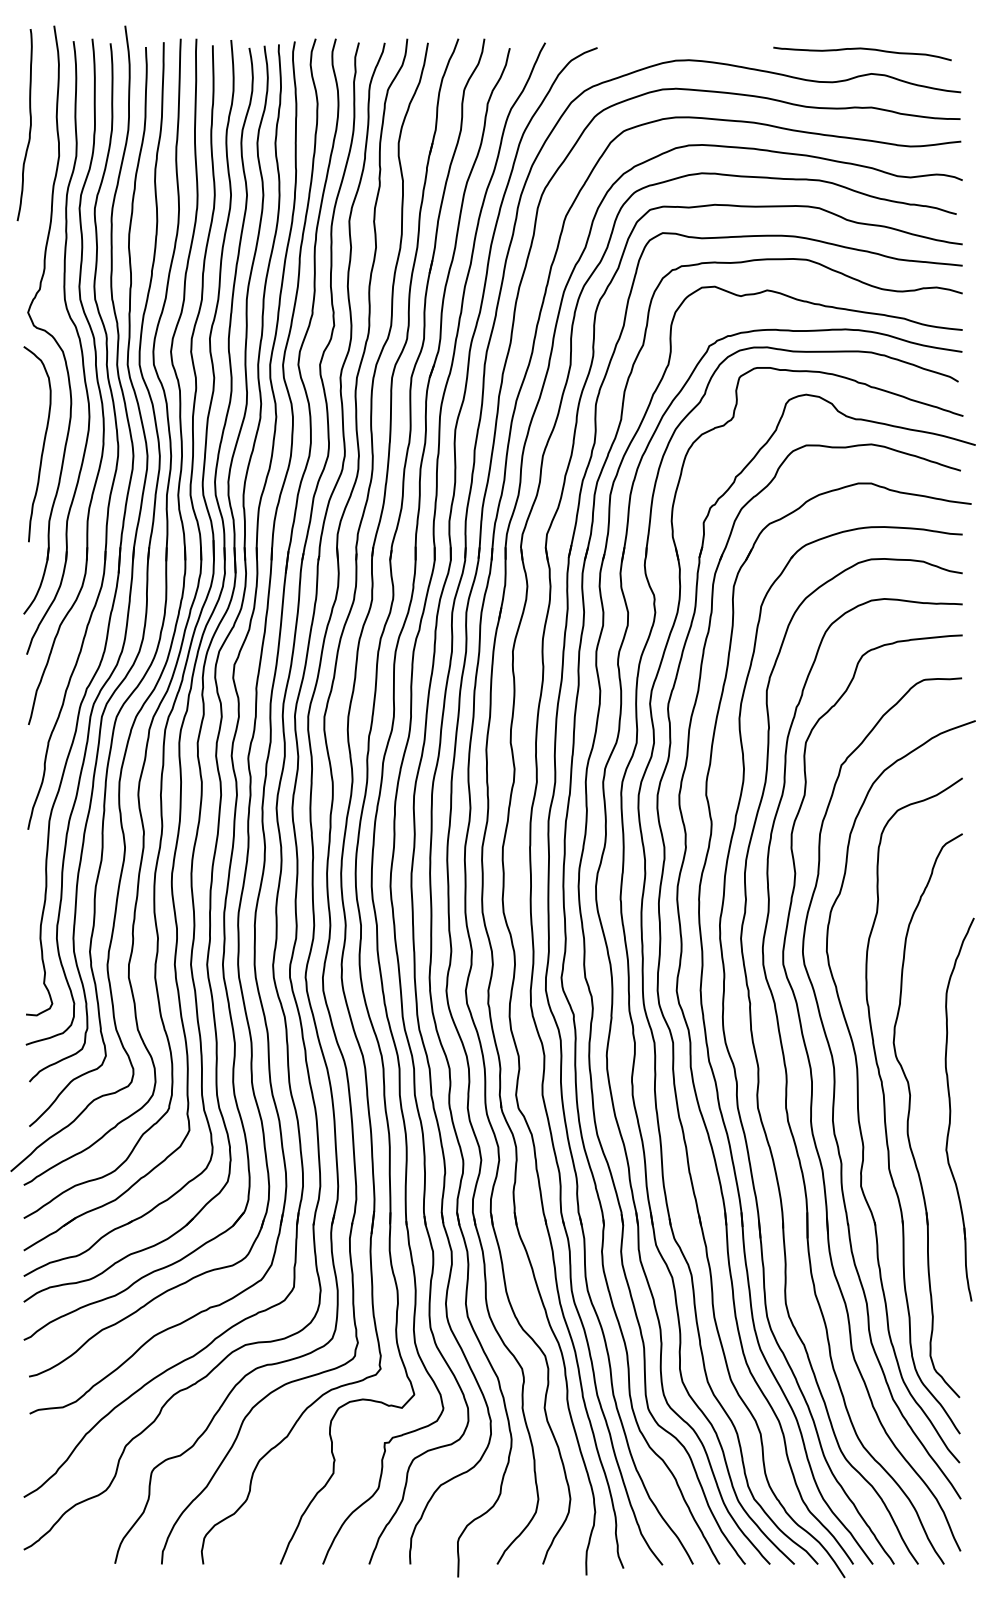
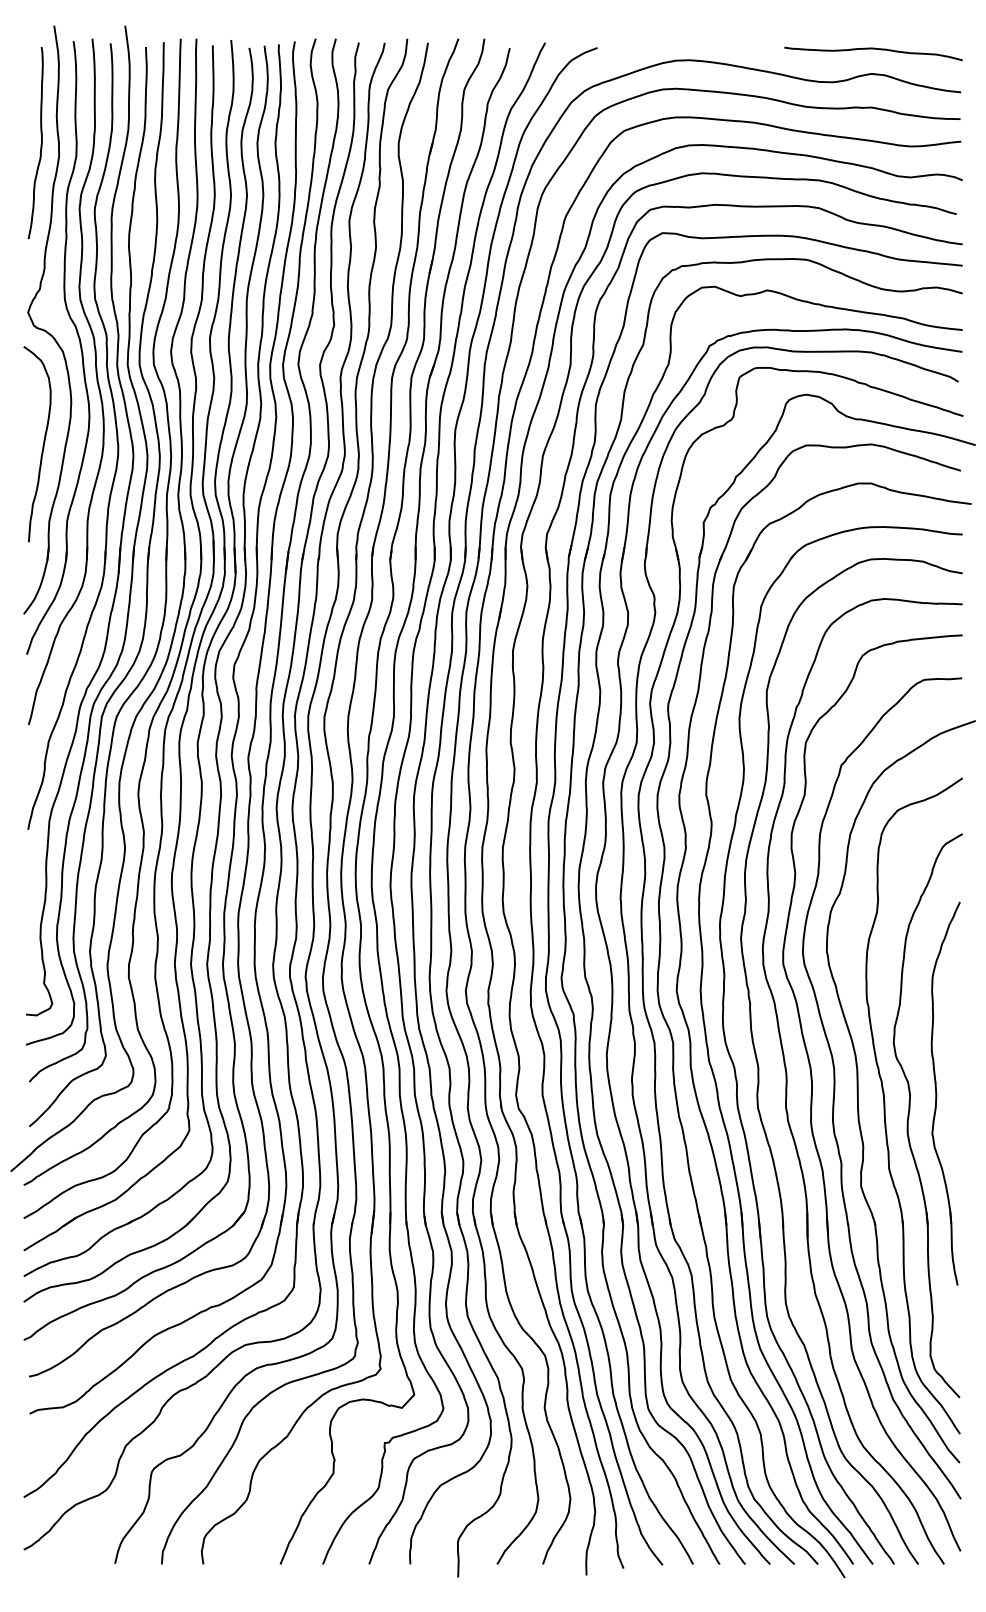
curve at (862, 49) position: (862, 49) -> (873, 49)
curve at (29, 126) position: (29, 126) -> (40, 144)
part at (951, 1109) position: (951, 1109) -> (937, 1093)
